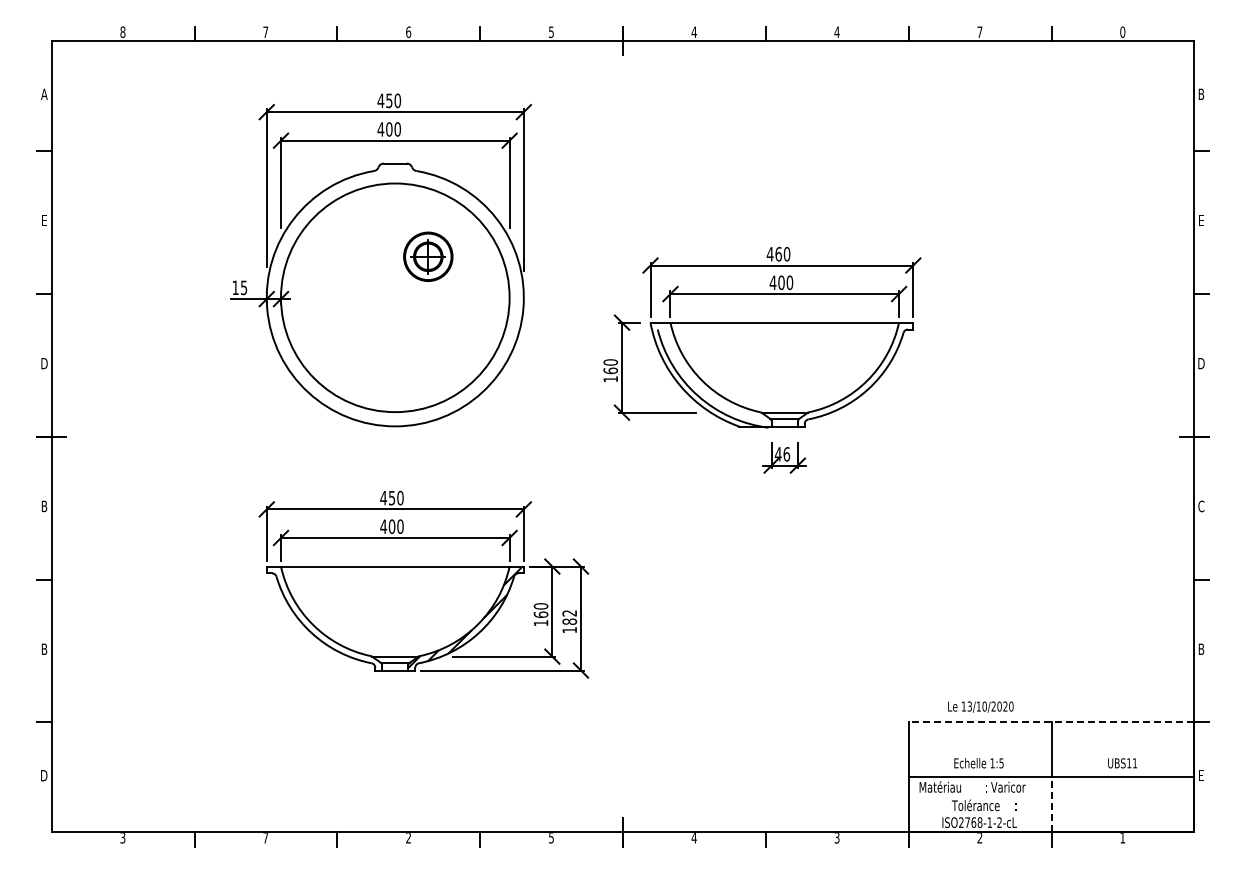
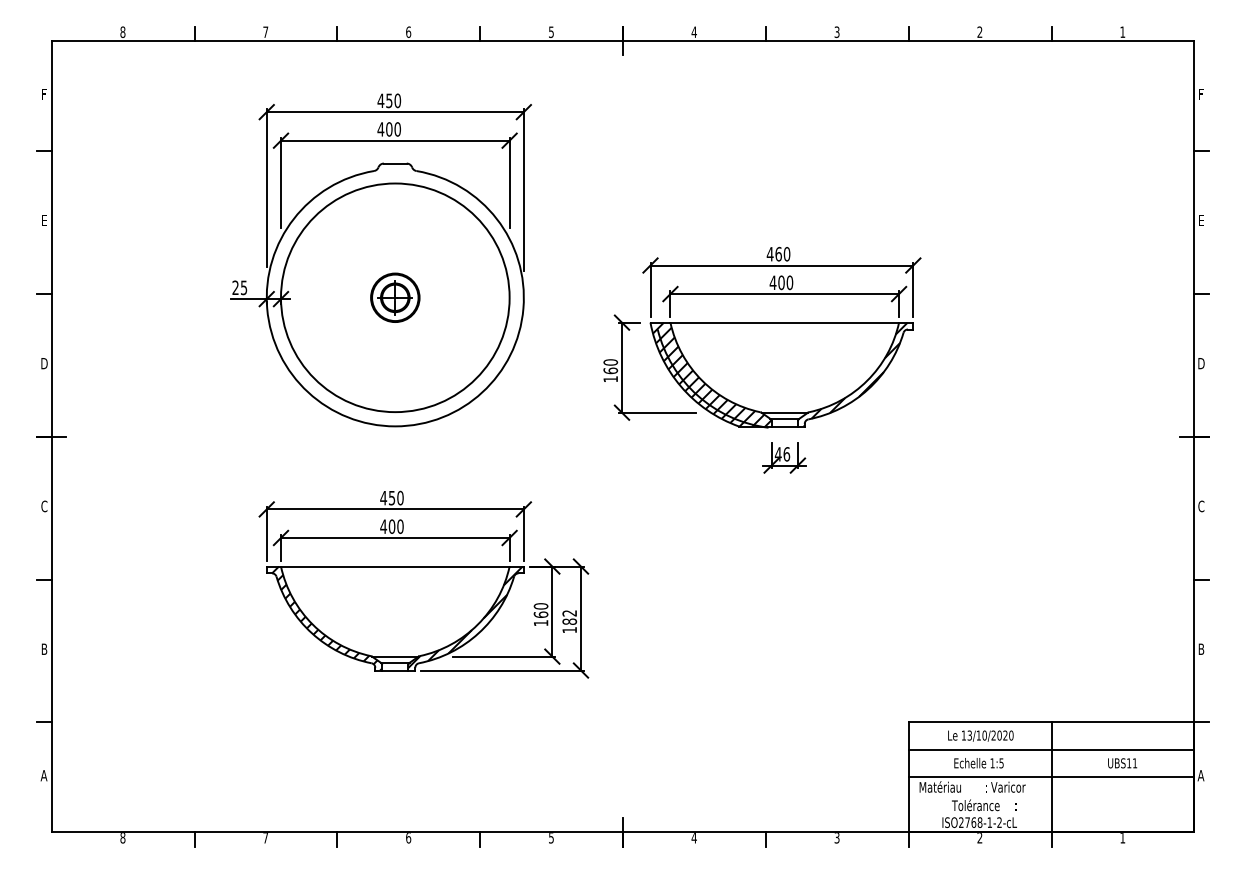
text at (979, 31): 7 -> 2
text at (1122, 31): 0 -> 1
text at (836, 32): 4 -> 3
text at (44, 93): A -> F
text at (1201, 93): B -> F
part at (428, 256) position: (428, 256) -> (395, 297)
text at (235, 287): 15 -> 25
hatch at (710, 374): none -> present
hatch at (855, 374): none -> present
text at (44, 506): B -> C
hatch at (327, 618): none -> present
text at (980, 706) position: (980, 706) -> (980, 735)
line at (1051, 722): dashed -> solid
line at (1051, 749): none -> present
text at (43, 775): D -> A
text at (1200, 775): E -> A
line at (1051, 804): dashed -> solid
text at (122, 838): 3 -> 8
text at (408, 838): 2 -> 6
